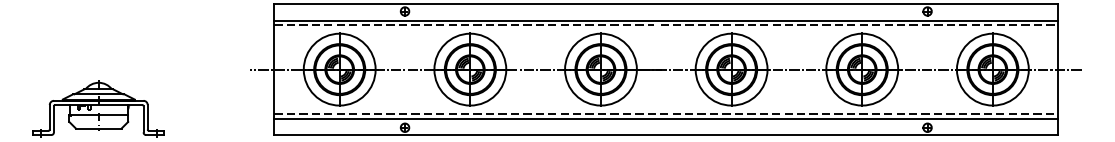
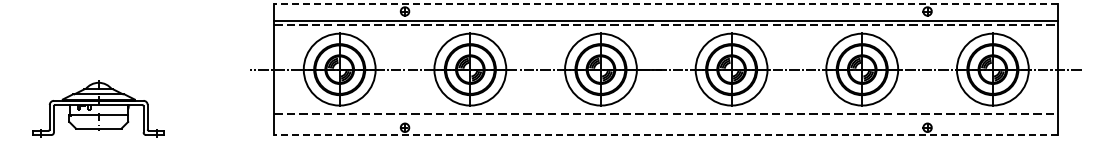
line at (666, 4): solid -> dashed
line at (666, 118): present -> none
line at (666, 134): solid -> dashed
